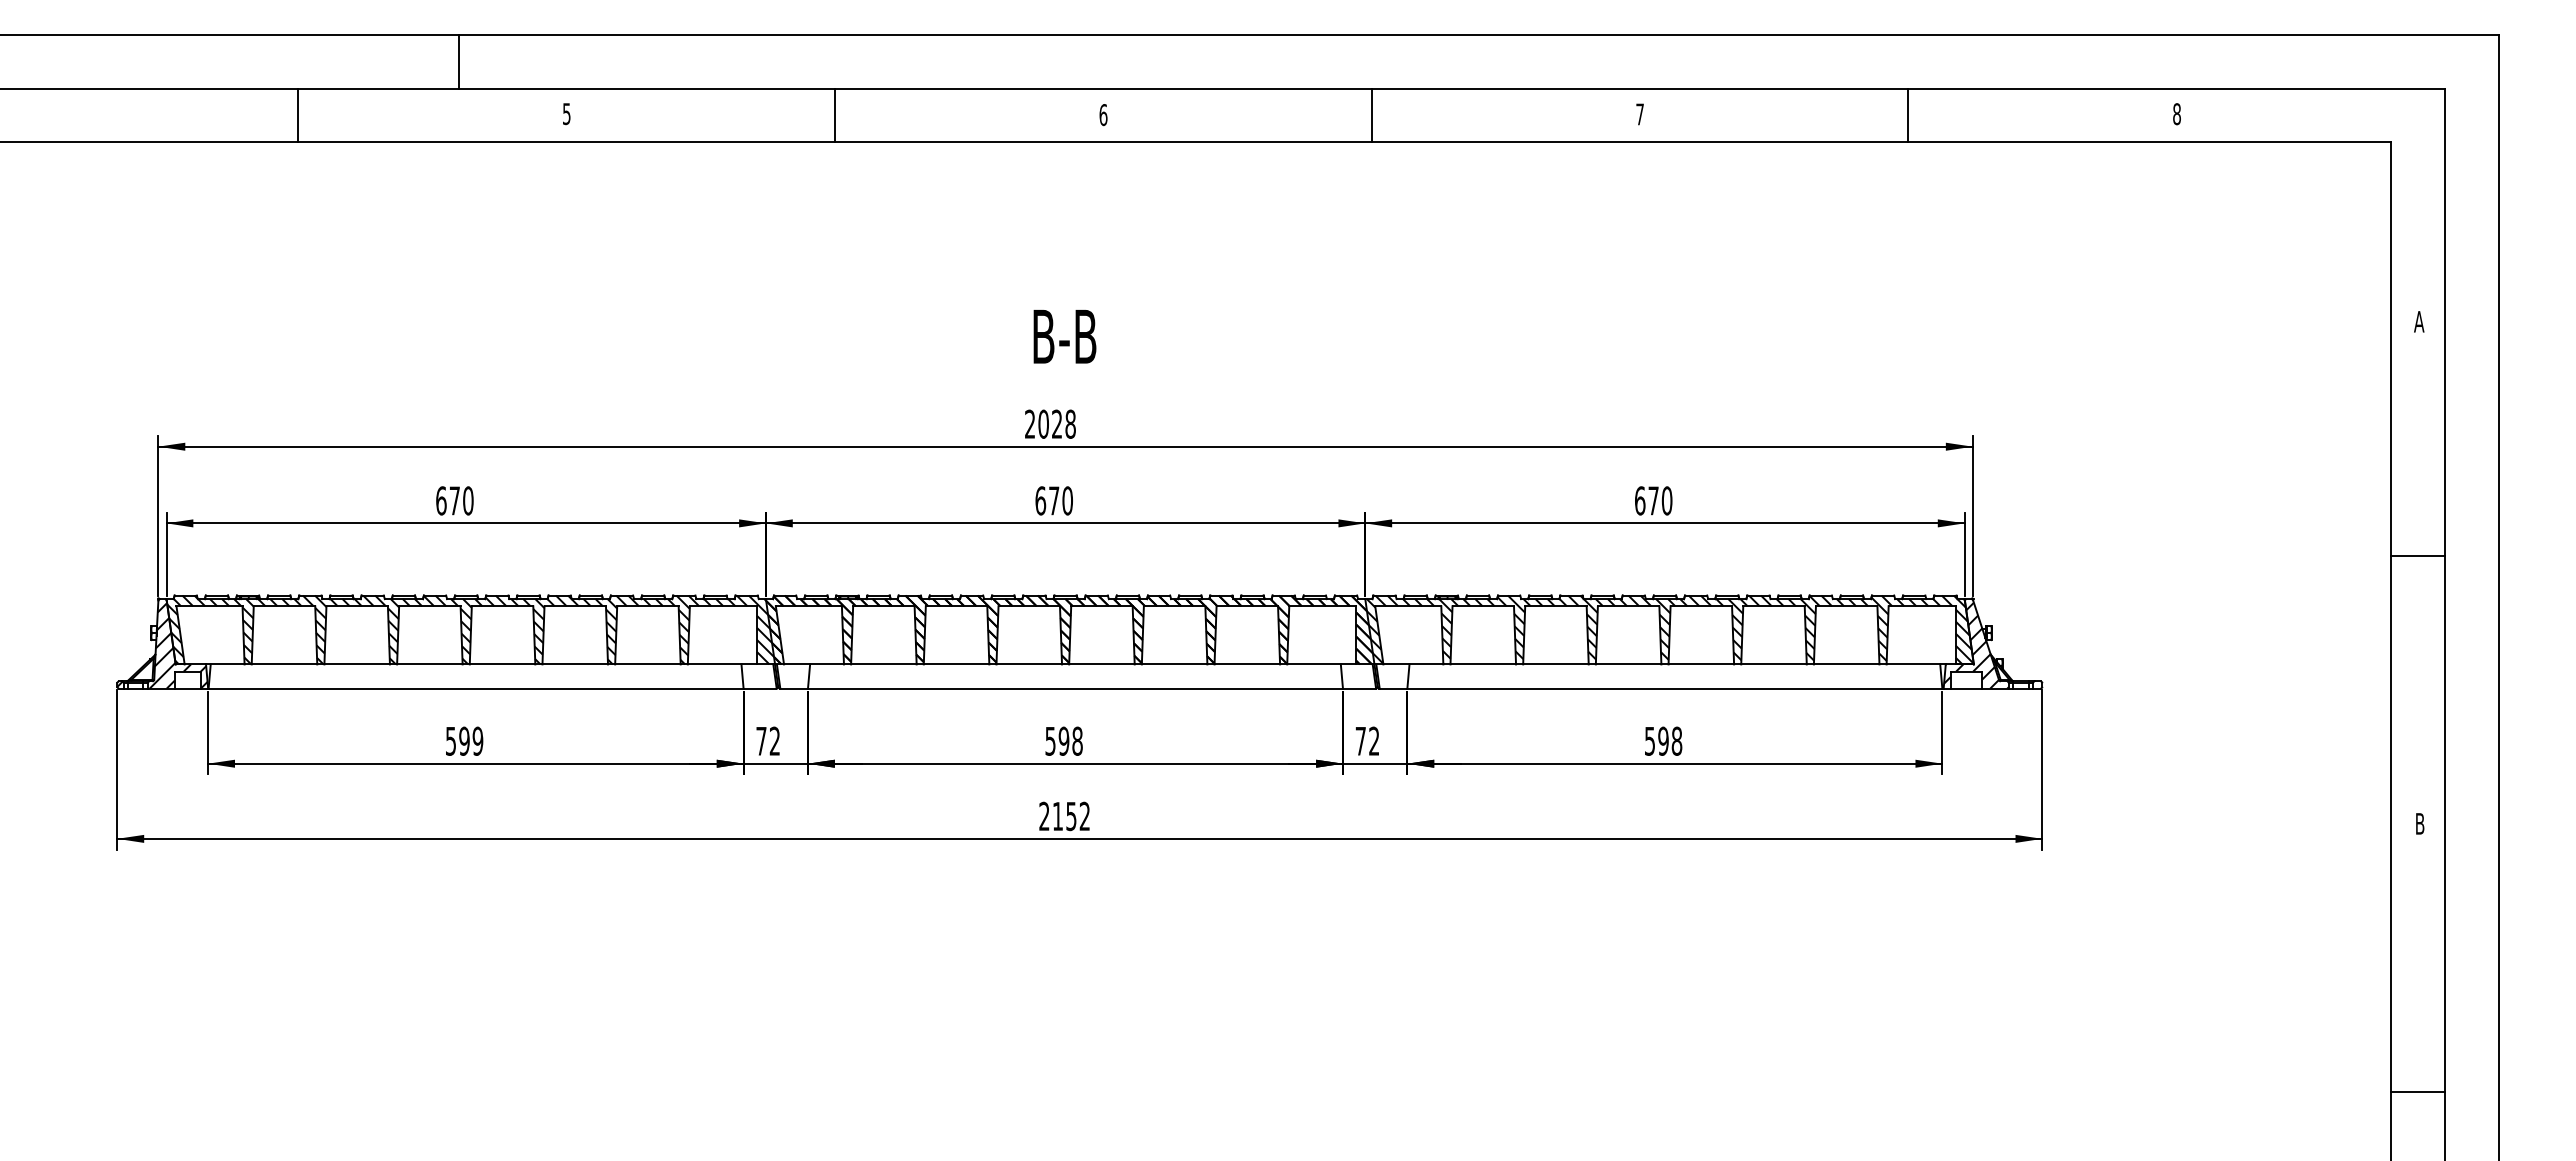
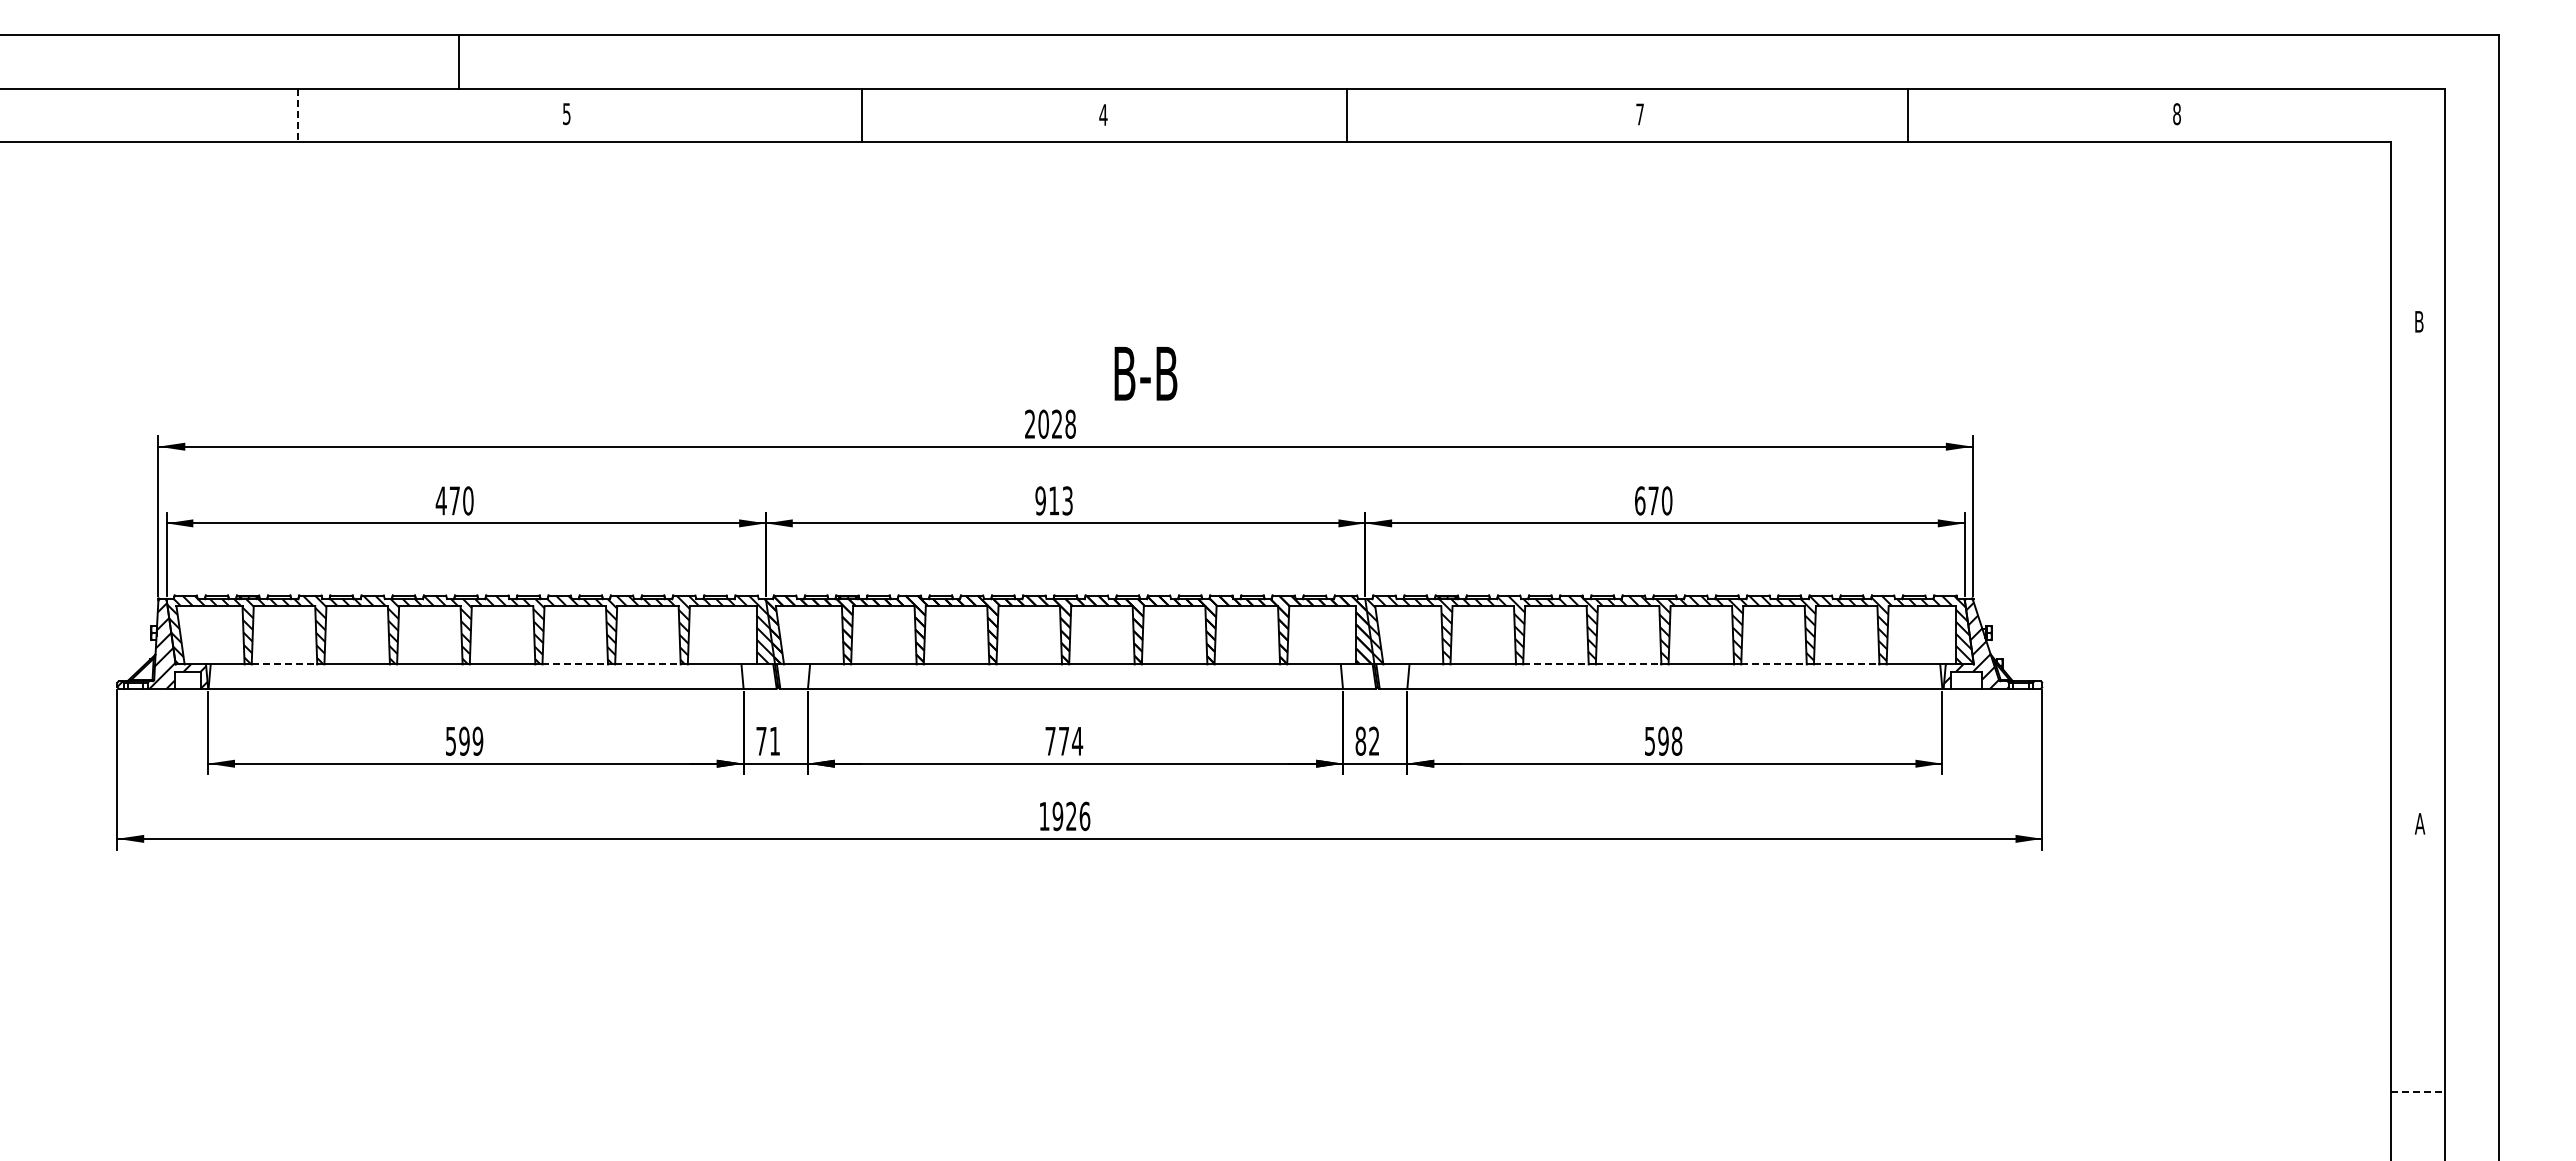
line at (298, 115): solid -> dashed
line at (834, 115) position: (834, 115) -> (861, 115)
text at (1103, 115): 6 -> 4
line at (1371, 115) position: (1371, 115) -> (1346, 115)
text at (2419, 321): A -> B
text at (1064, 336) position: (1064, 336) -> (1145, 373)
text at (440, 500): 670 -> 470
text at (1053, 500): 670 -> 913
line at (2418, 555): present -> none
line at (284, 664): solid -> dashed
line at (575, 664): solid -> dashed
line at (647, 664): solid -> dashed
line at (1555, 664): solid -> dashed
line at (1628, 664): solid -> dashed
line at (1774, 664): solid -> dashed
line at (1846, 664): solid -> dashed
text at (774, 740): 72 -> 71
text at (1064, 740): 598 -> 774
text at (1360, 740): 72 -> 82
text at (1064, 816): 2152 -> 1926
text at (2419, 823): B -> A
line at (2418, 1092): solid -> dashed
